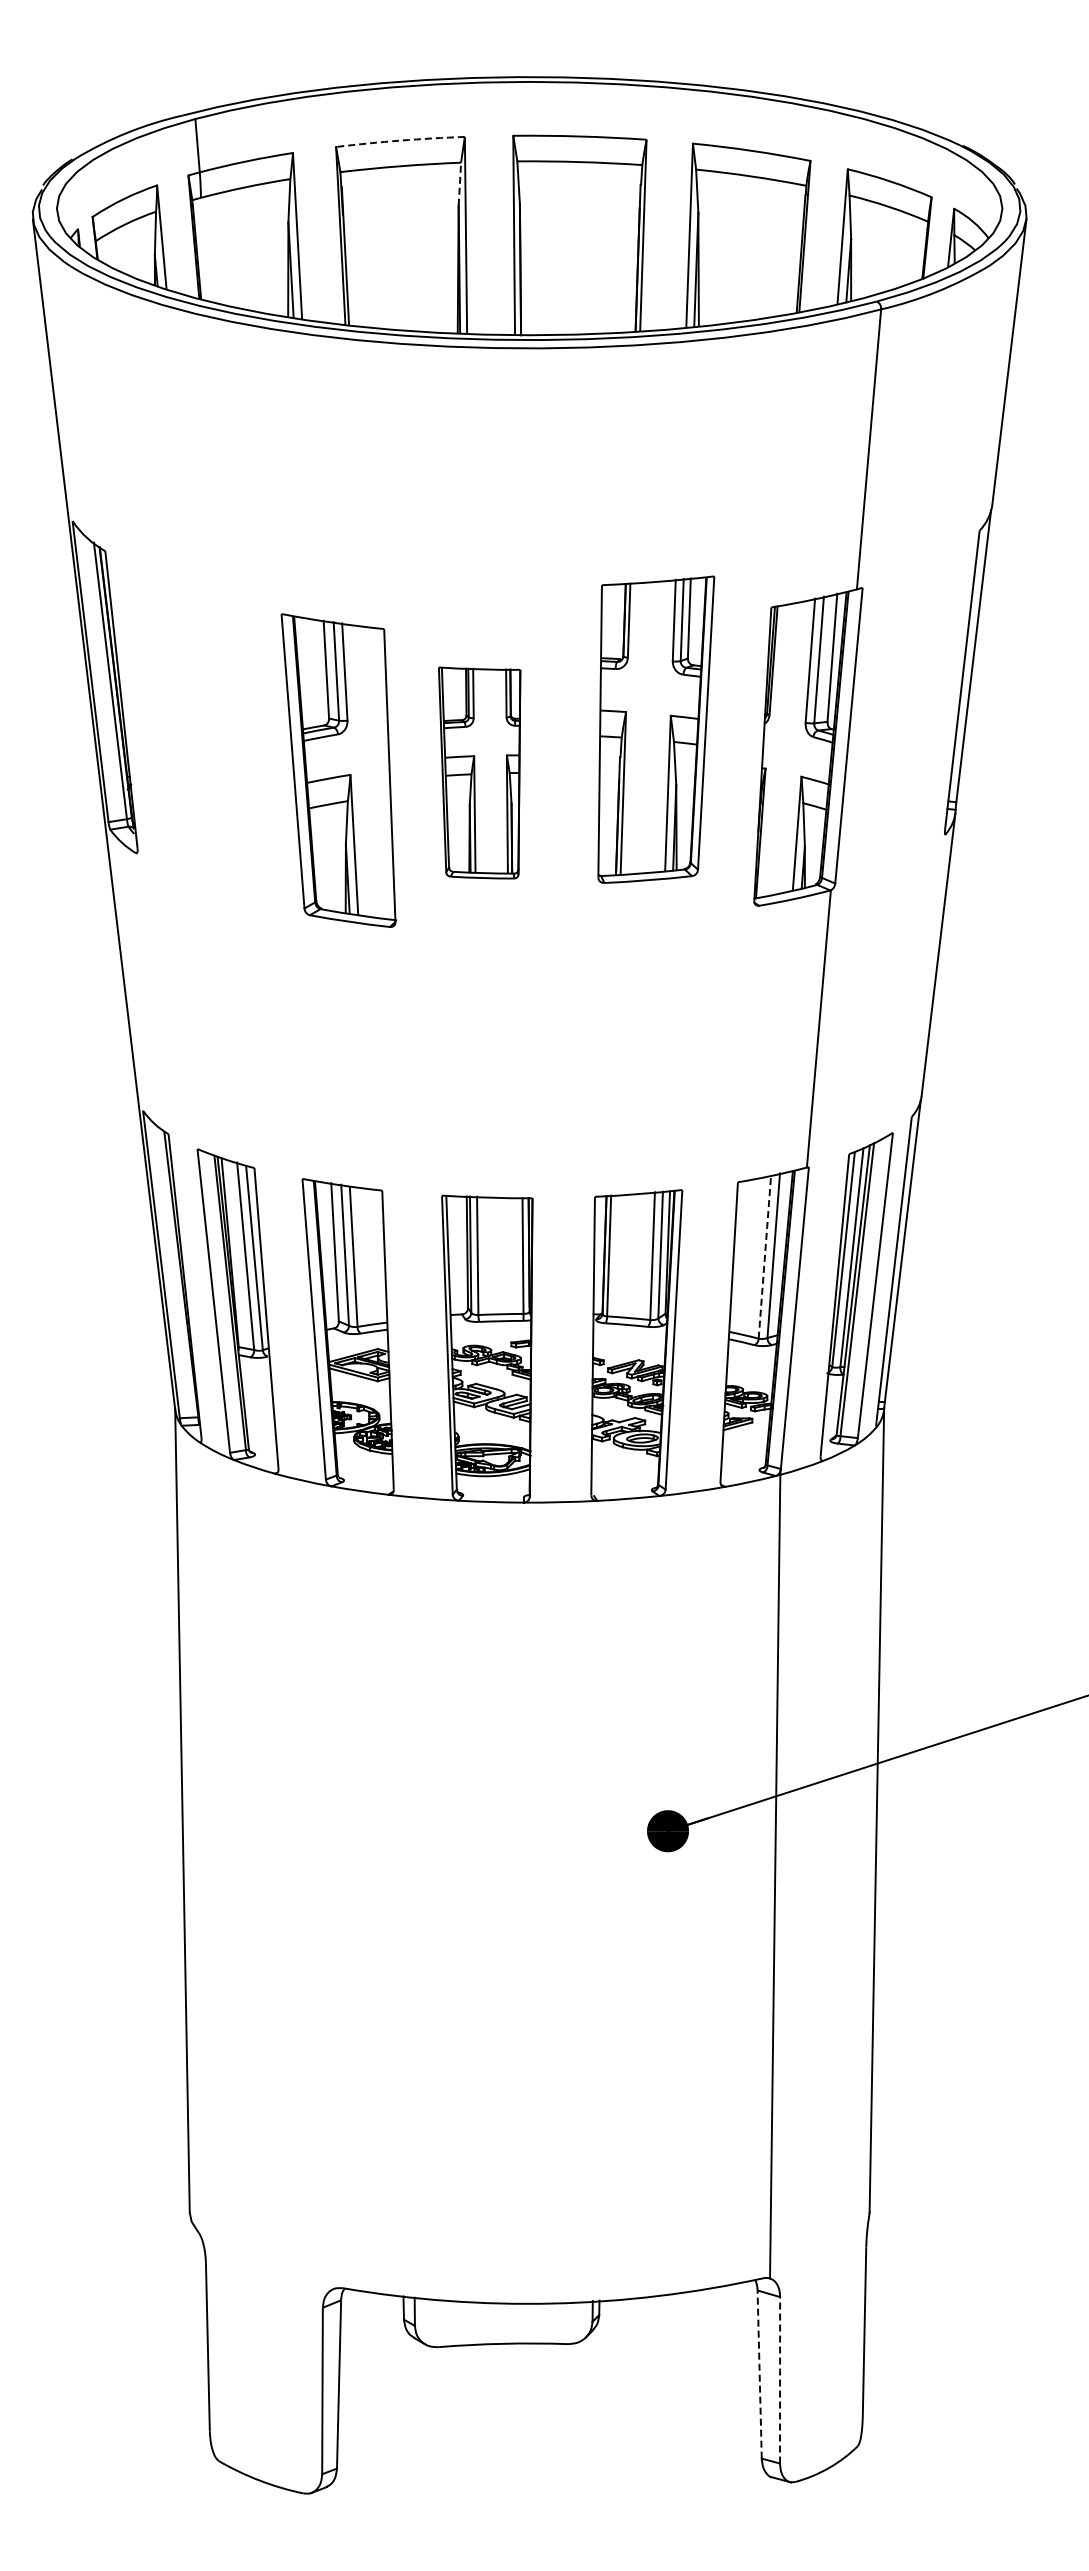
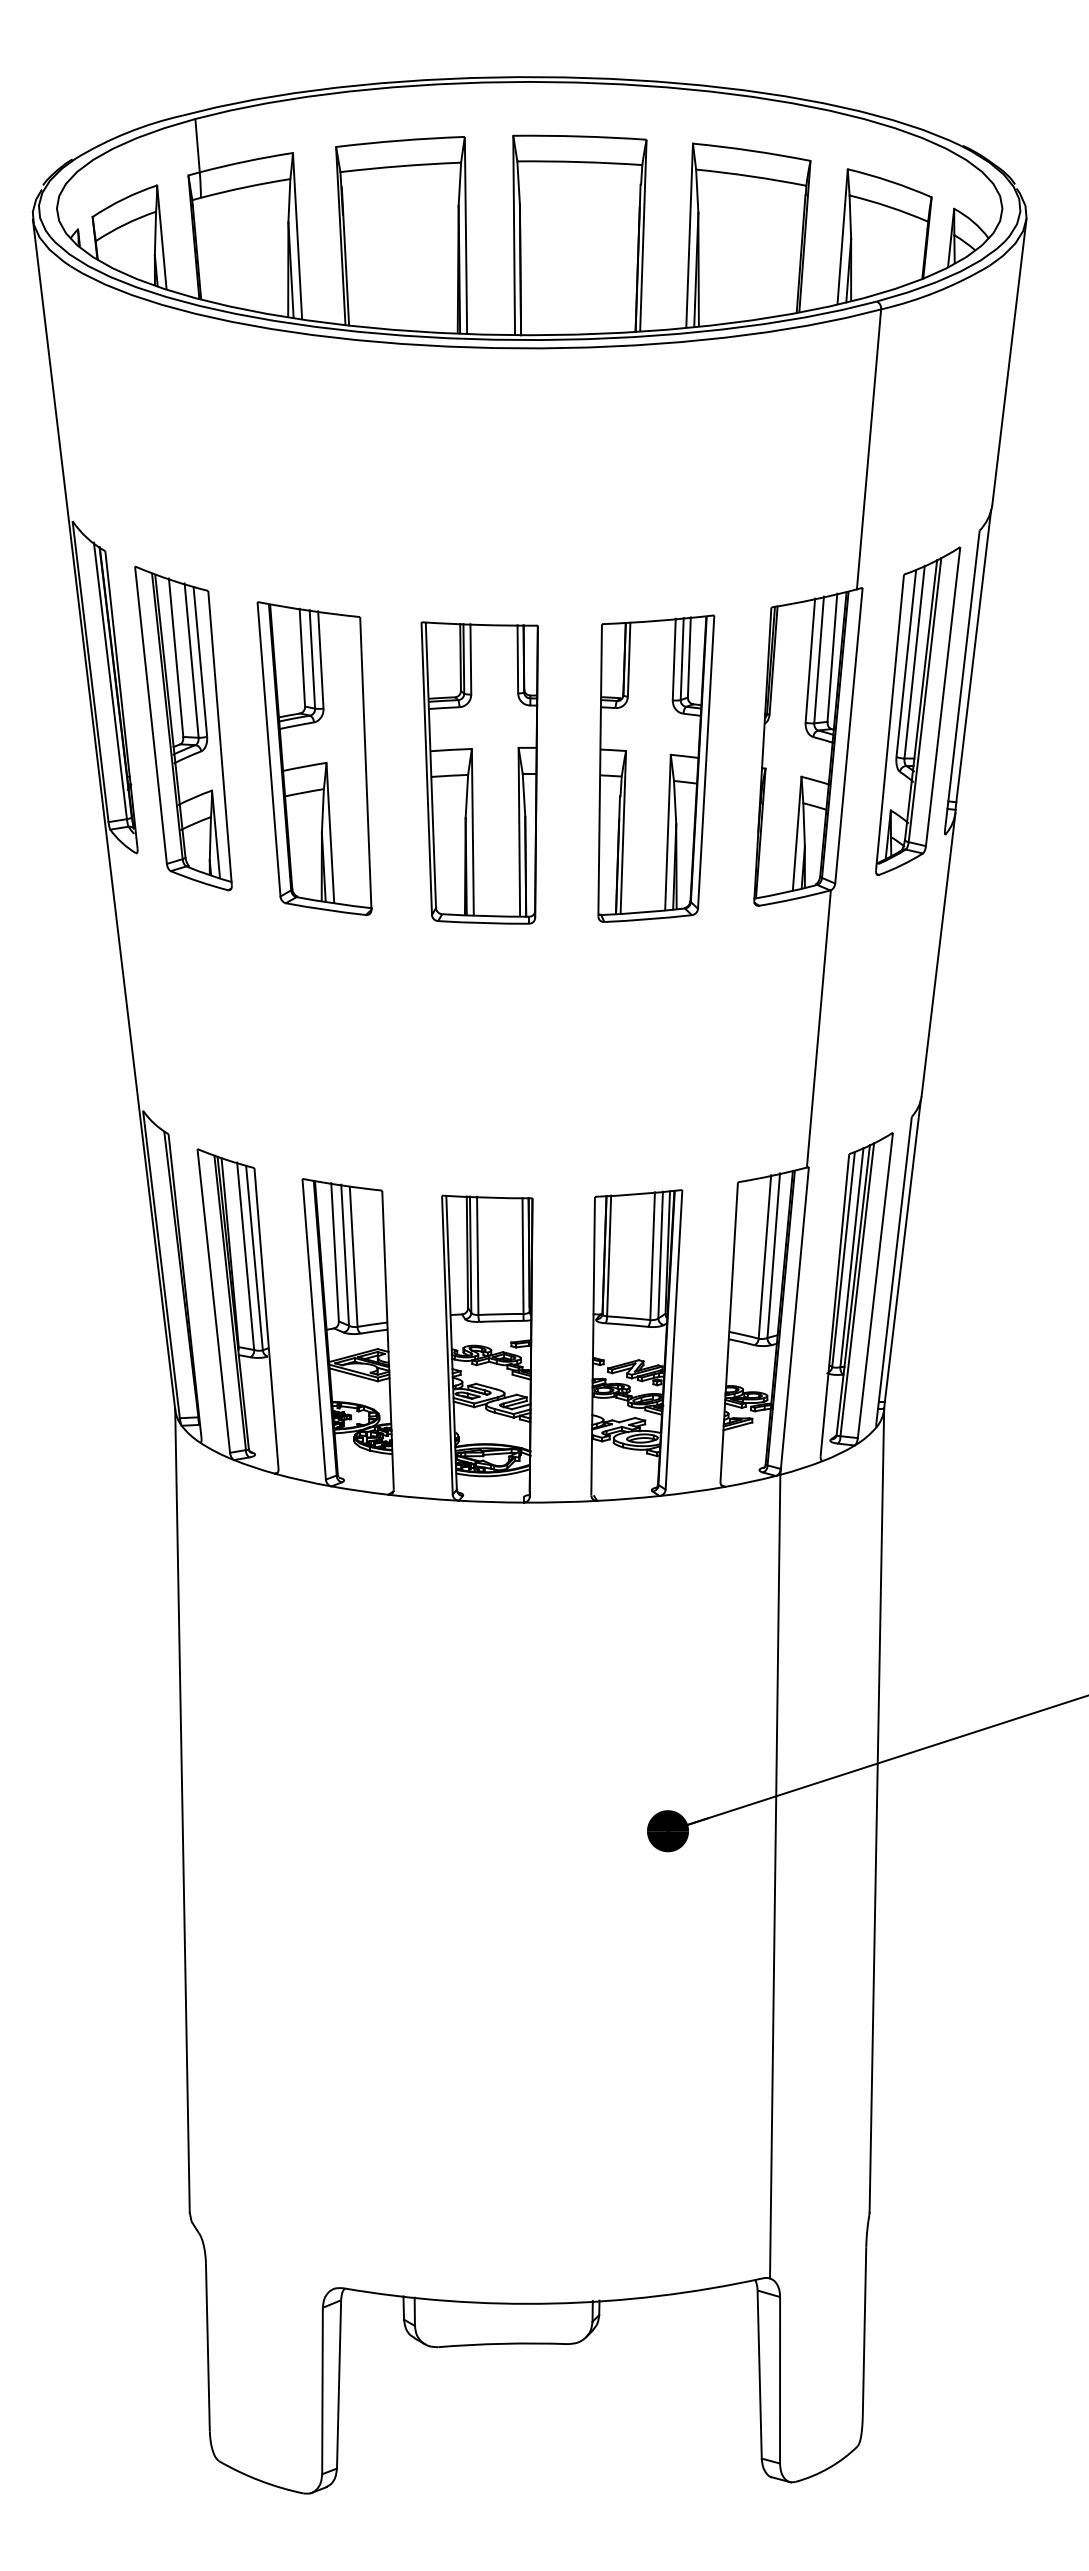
arc at (400, 140): dashed -> solid
line at (459, 184): dashed -> solid
part at (918, 710): none -> present
part at (183, 728): none -> present
part at (656, 729) position: (656, 729) -> (656, 768)
part at (338, 770) position: (338, 770) -> (314, 758)
part at (479, 772) size: 84x214 px -> 119x304 px
line at (764, 1256): dashed -> solid
line at (759, 2373): dashed -> solid
line at (780, 2379): dashed -> solid
